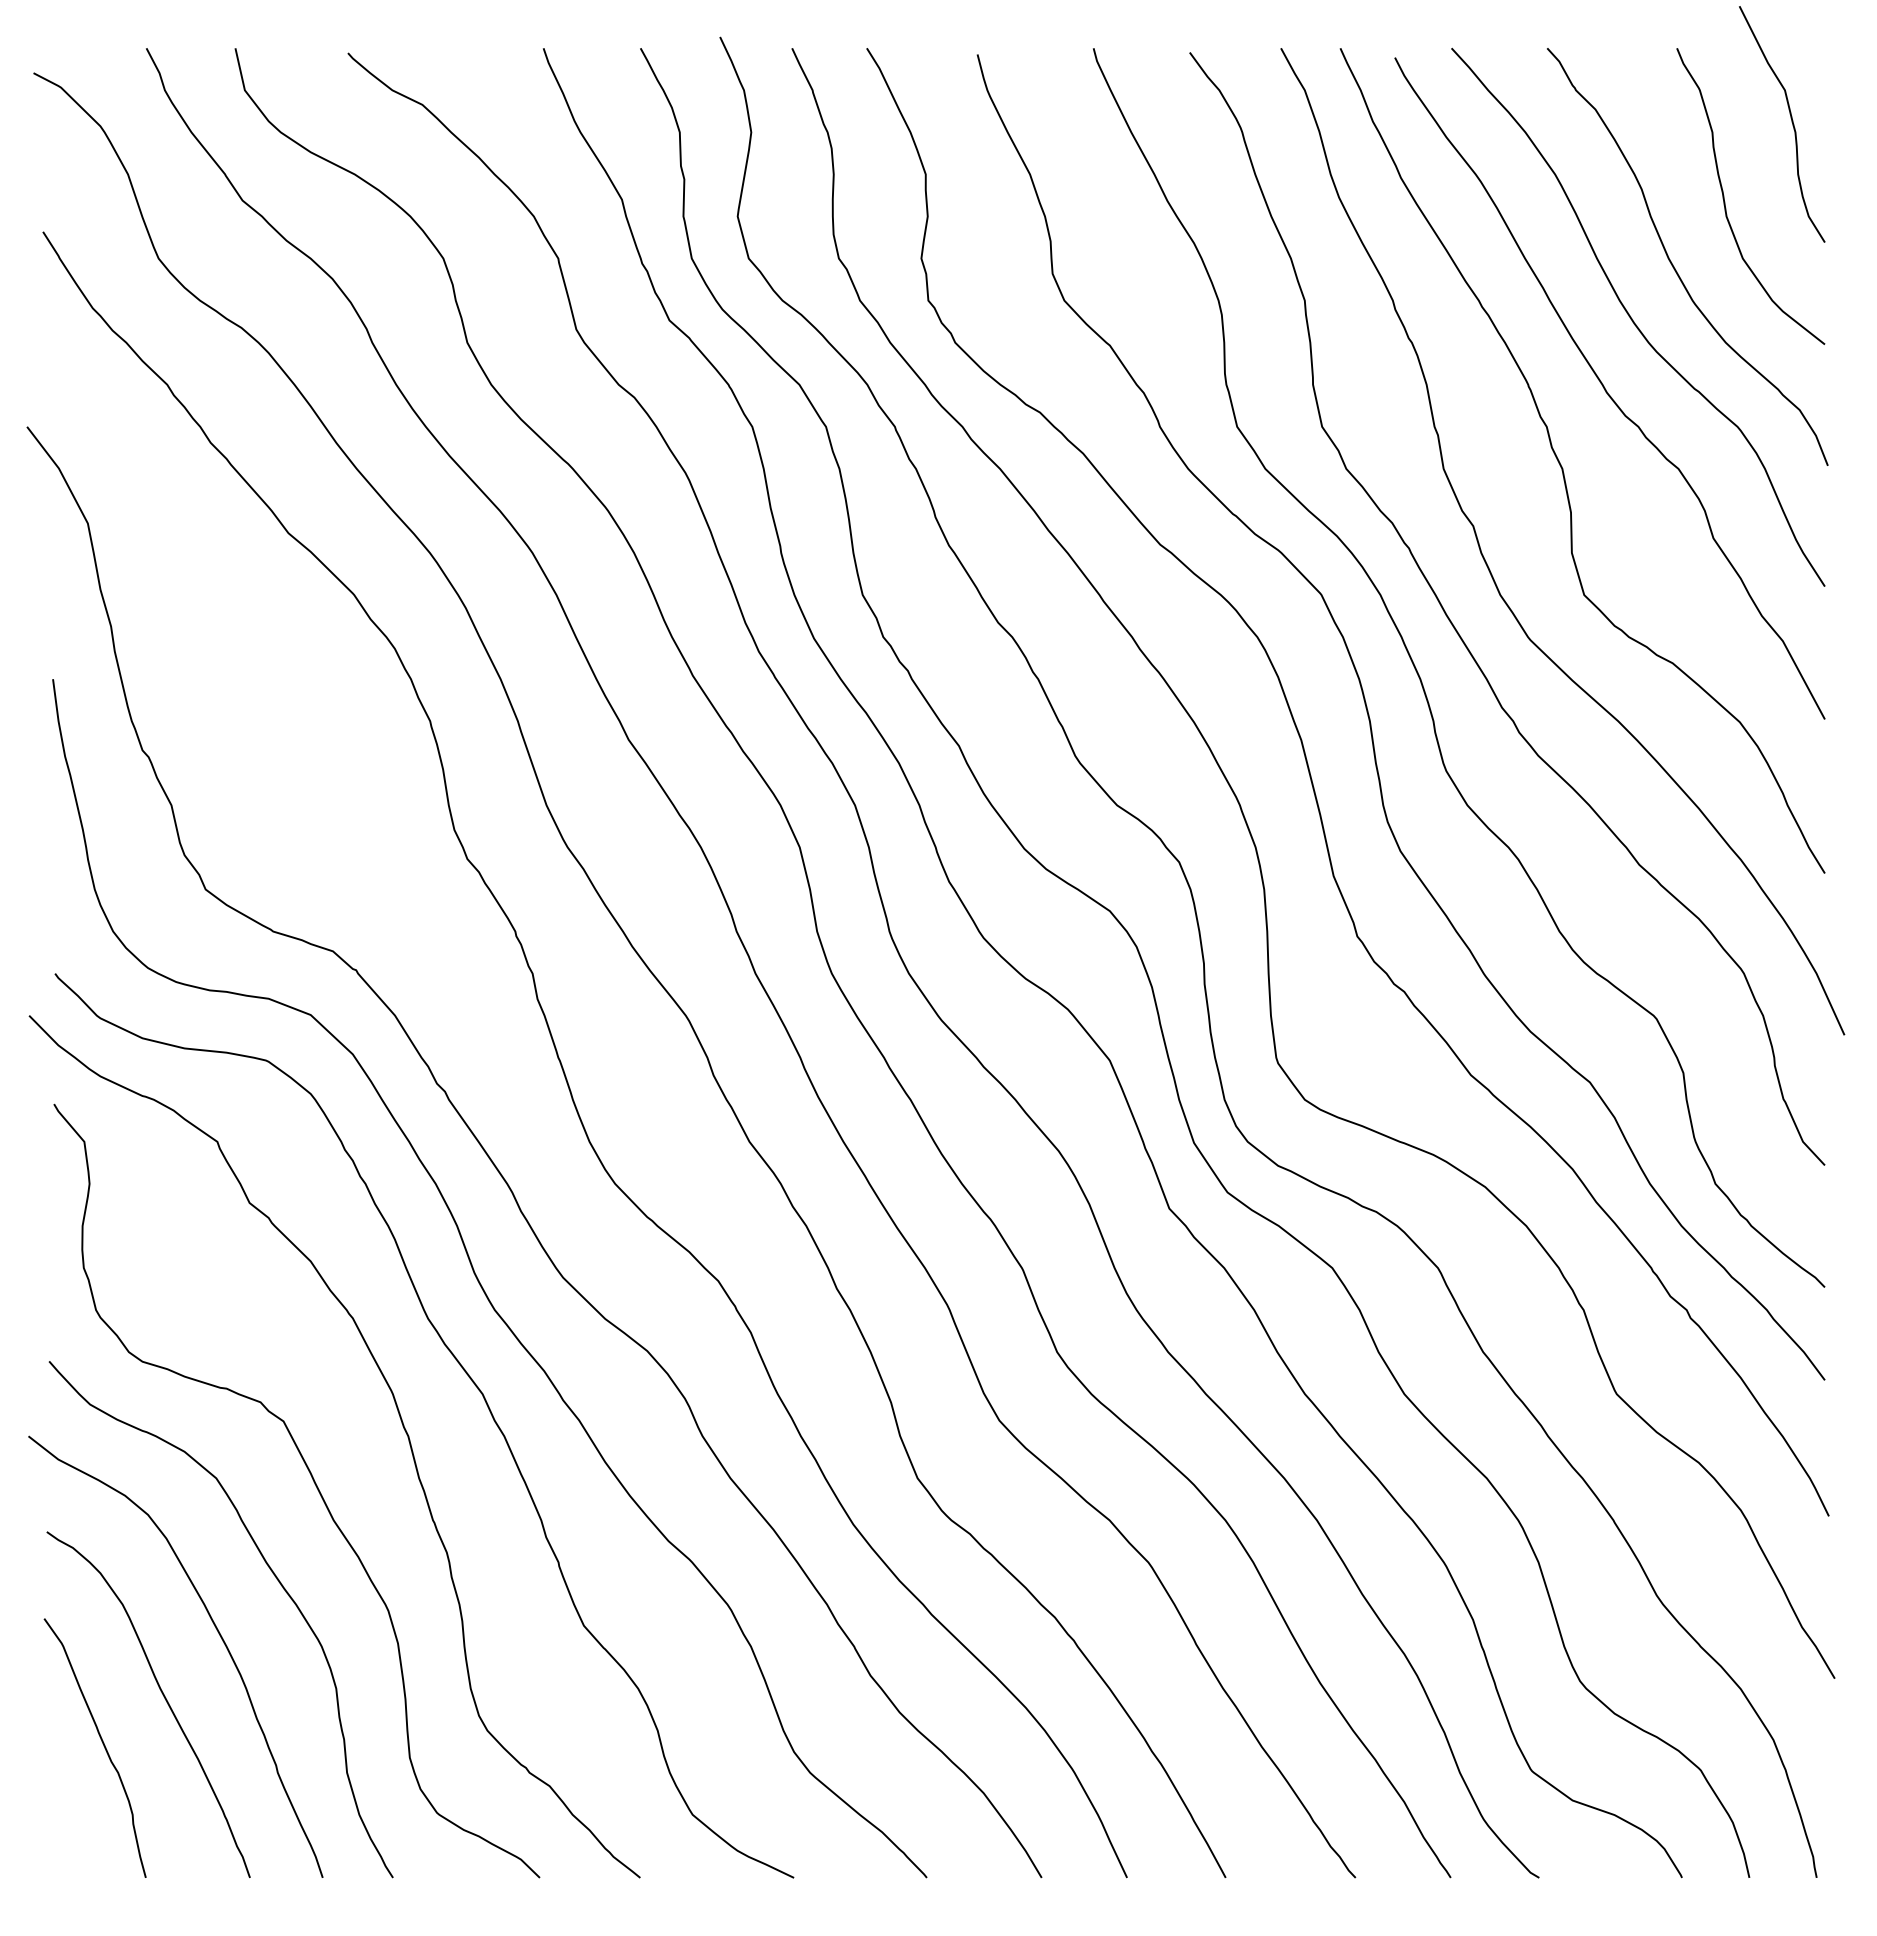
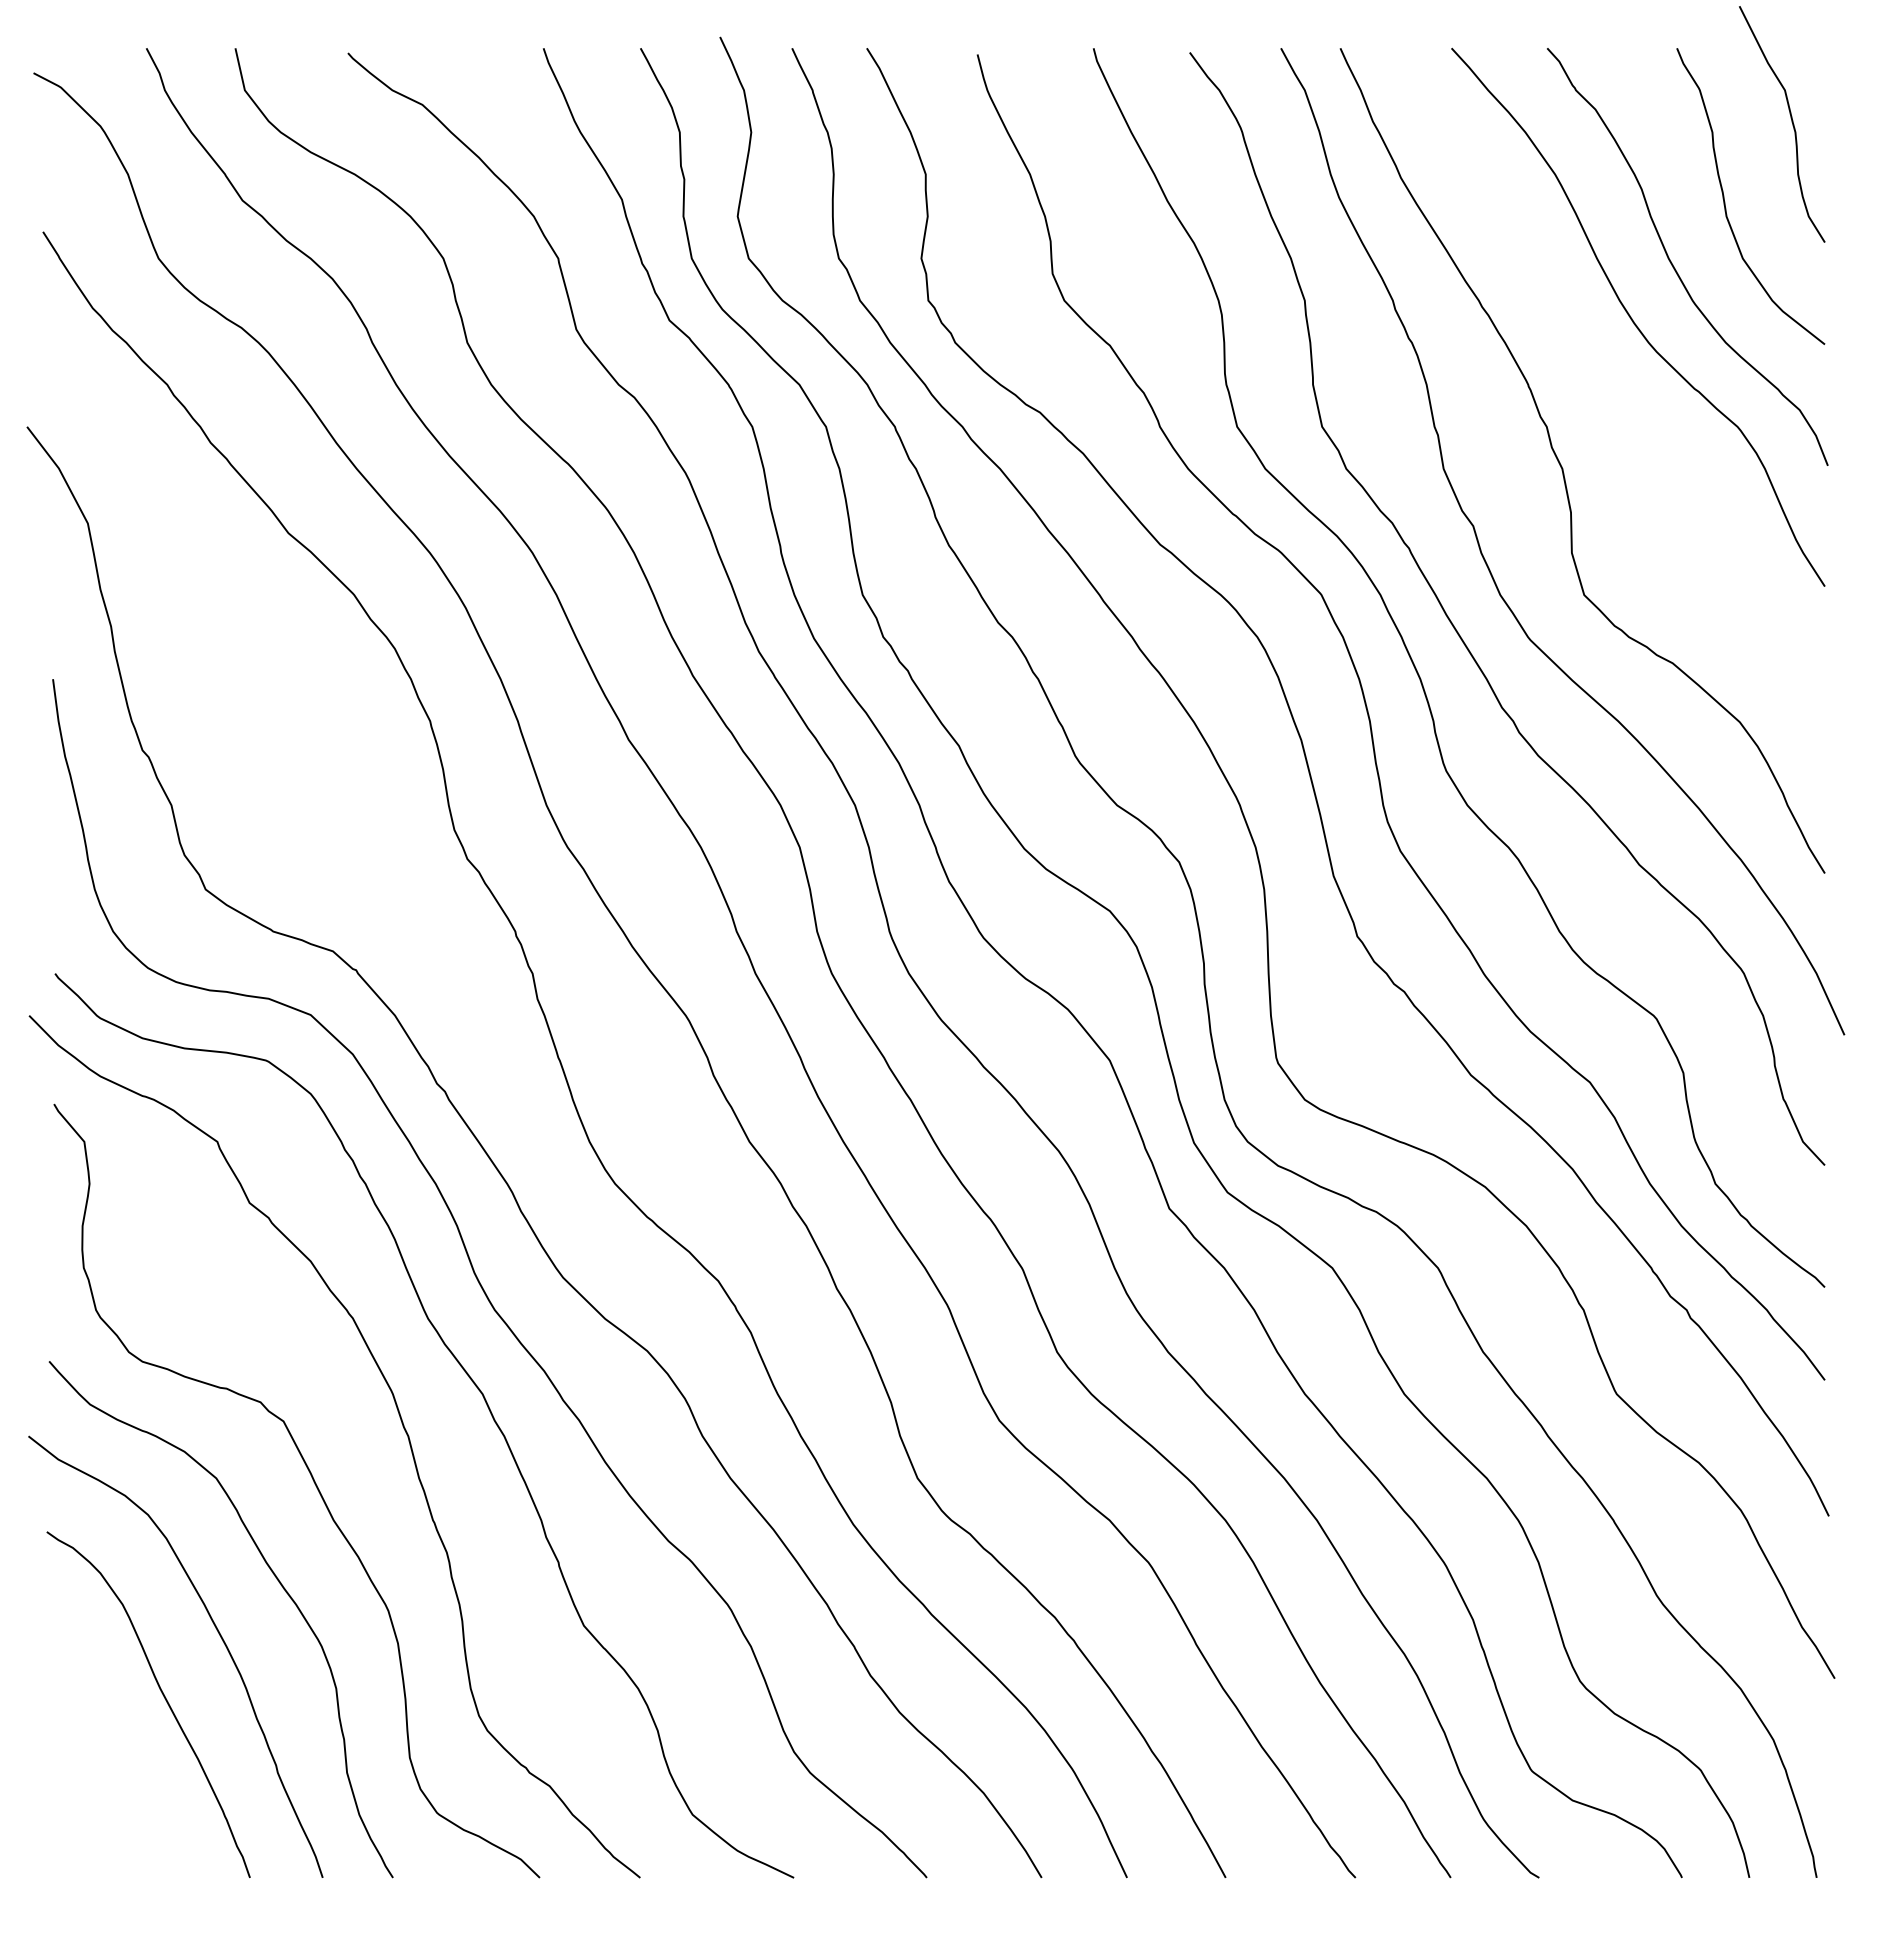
curve at (1606, 389): present -> none
curve at (102, 1744): present -> none
